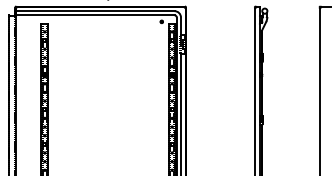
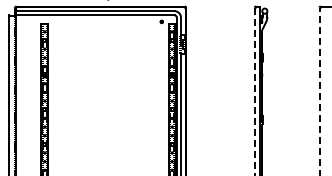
line at (254, 91): solid -> dashed
line at (319, 91): solid -> dashed
